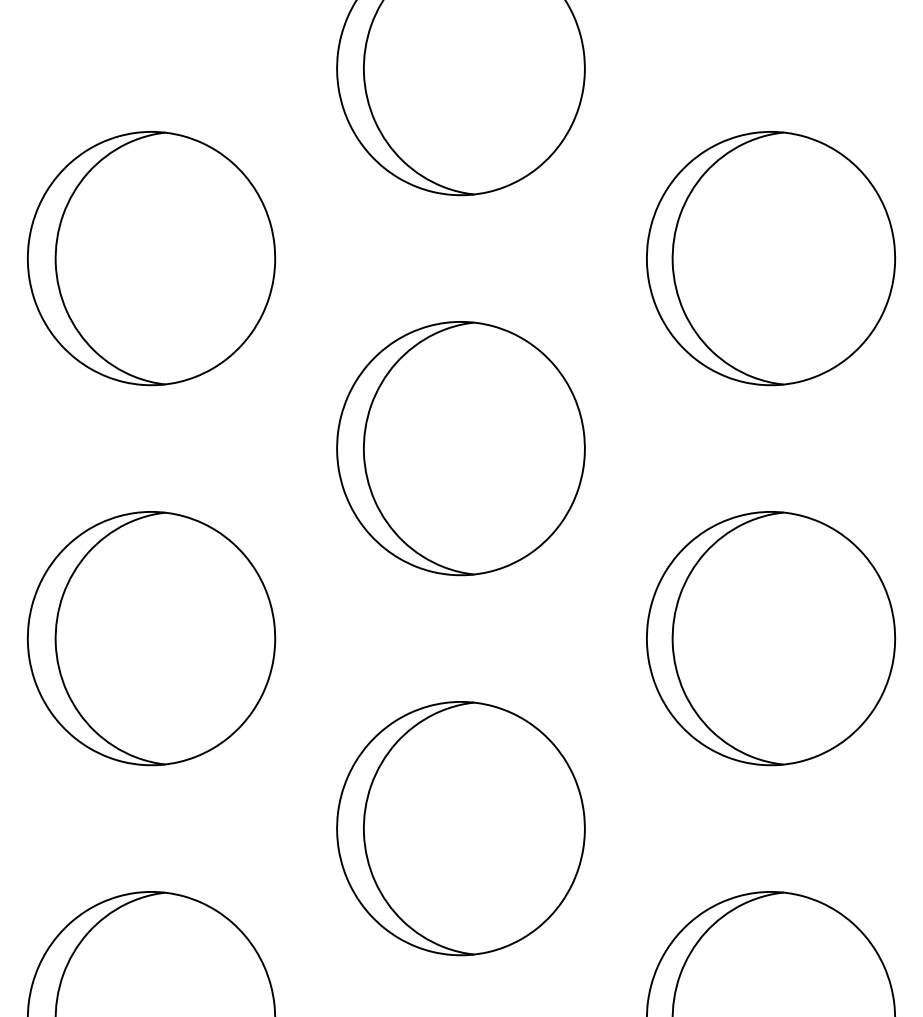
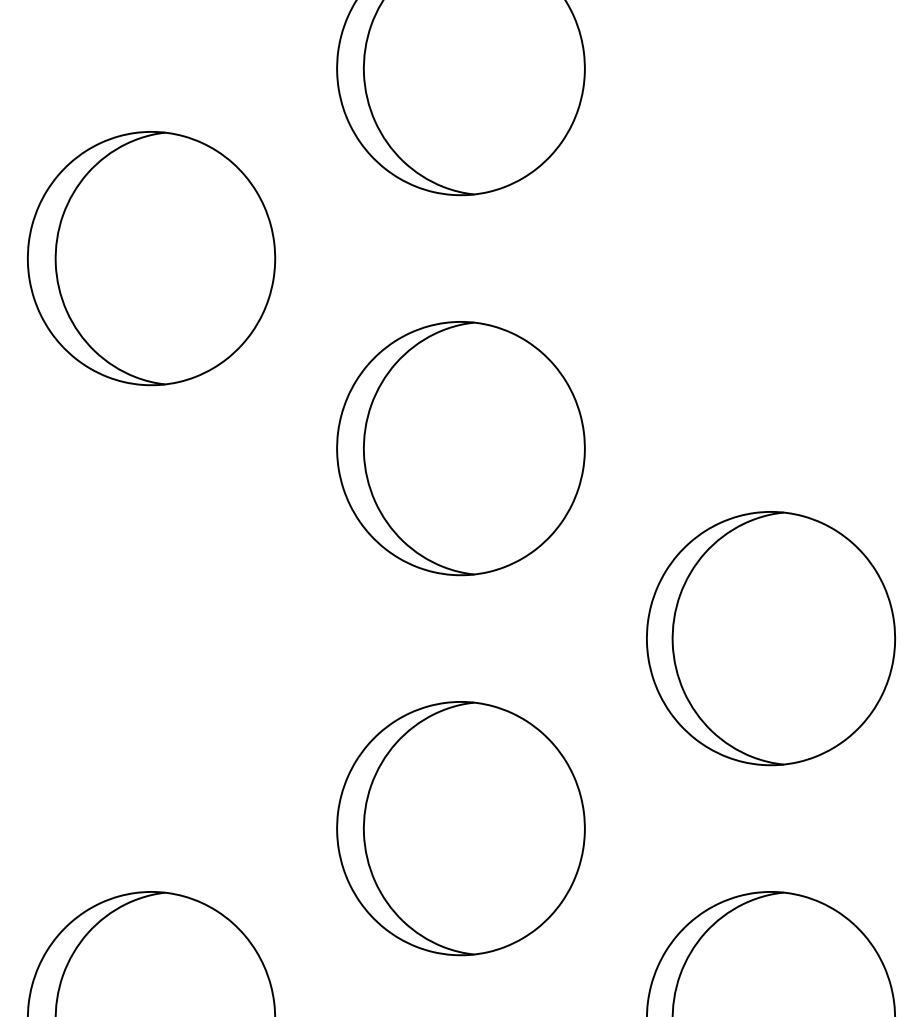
part at (771, 258): present -> none
part at (151, 638): present -> none
